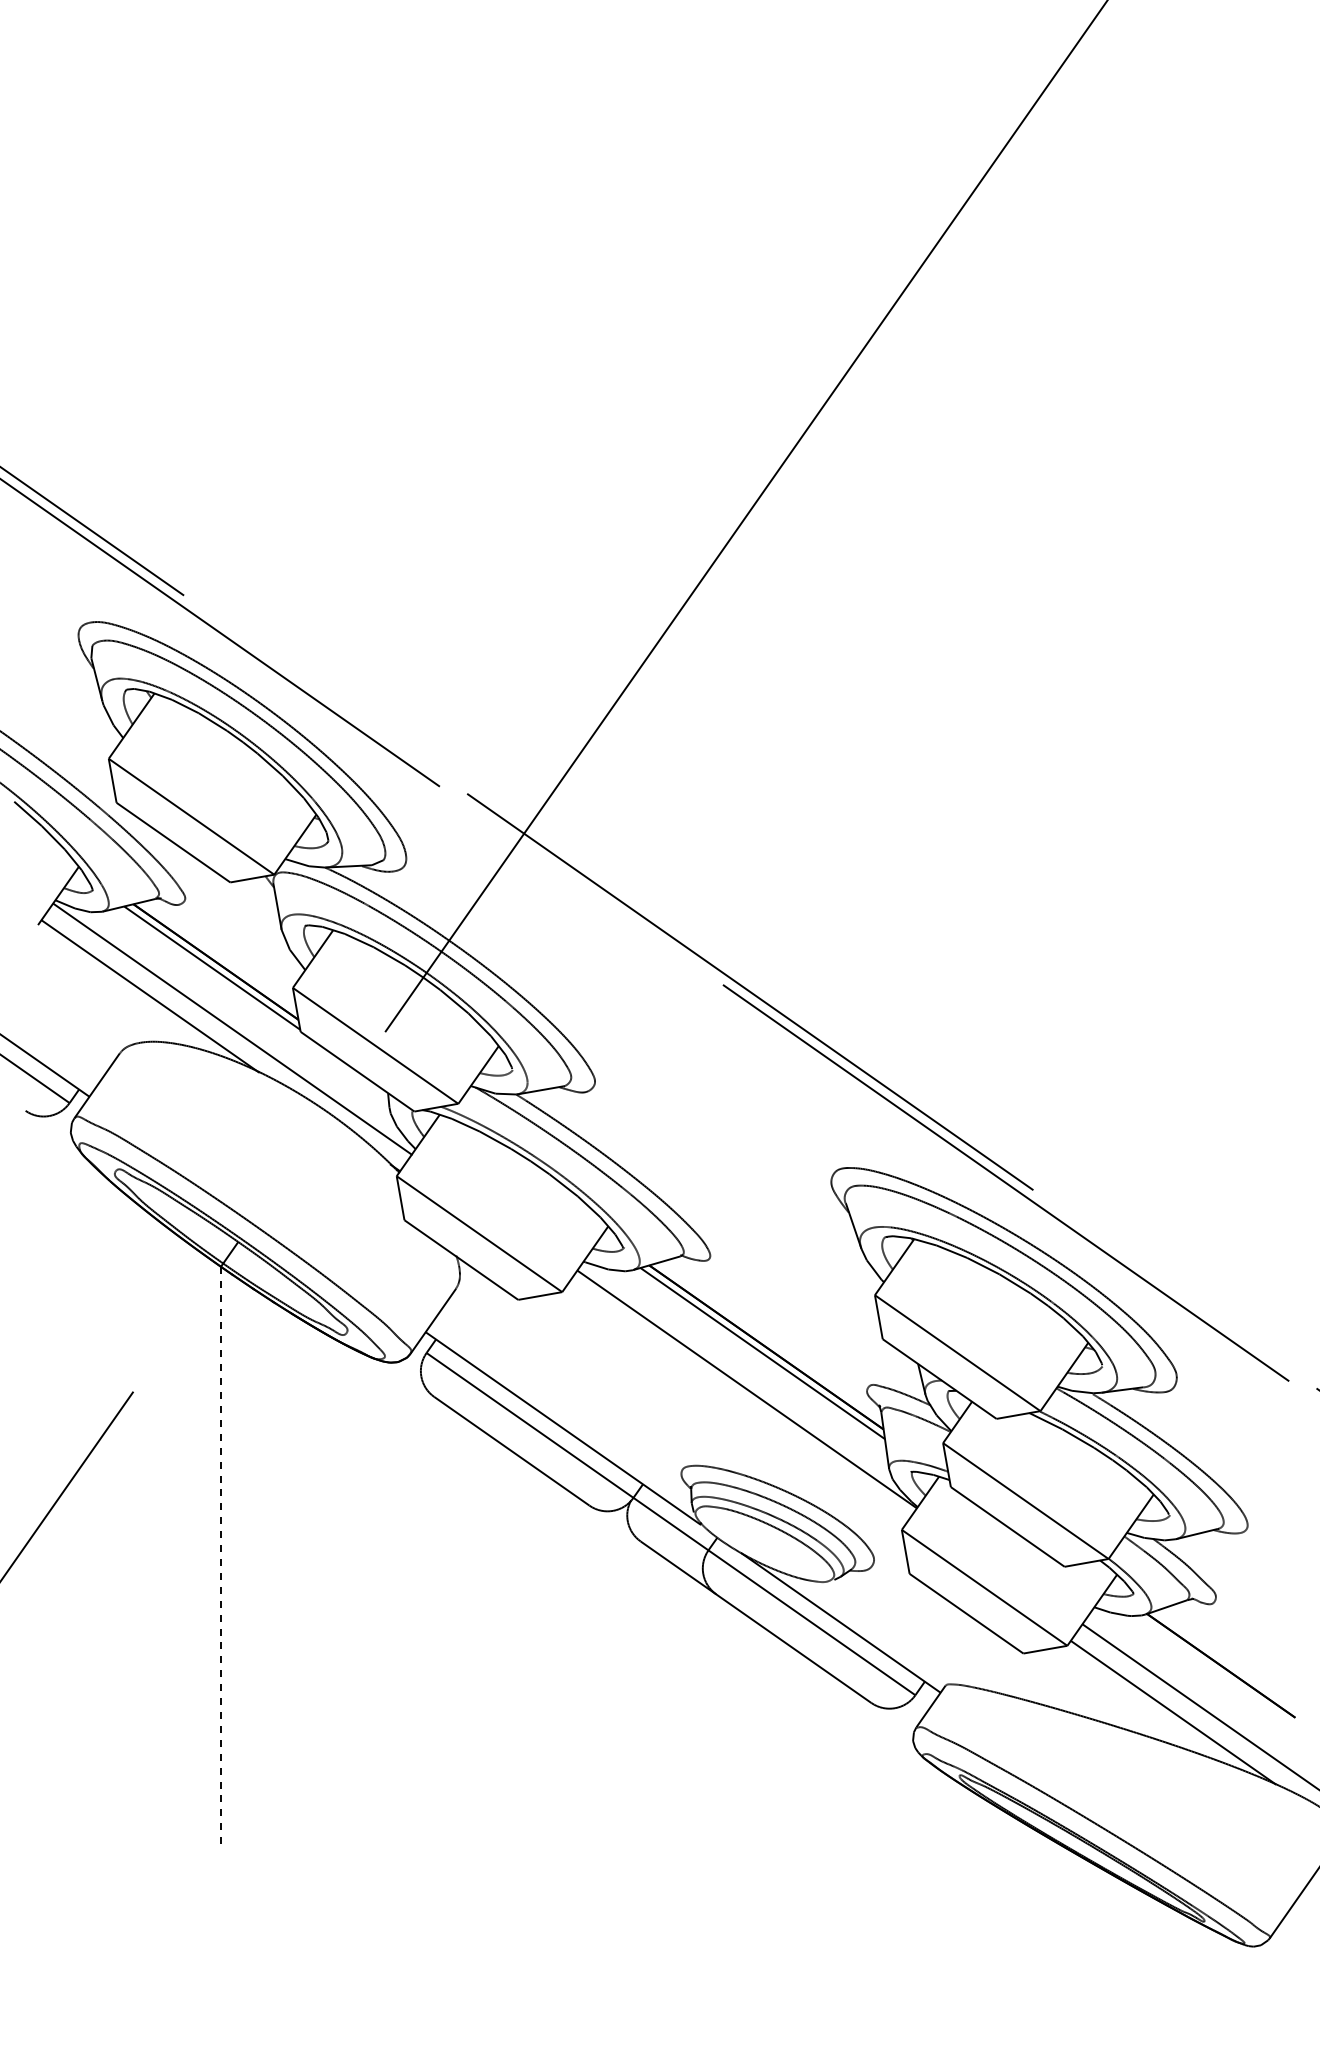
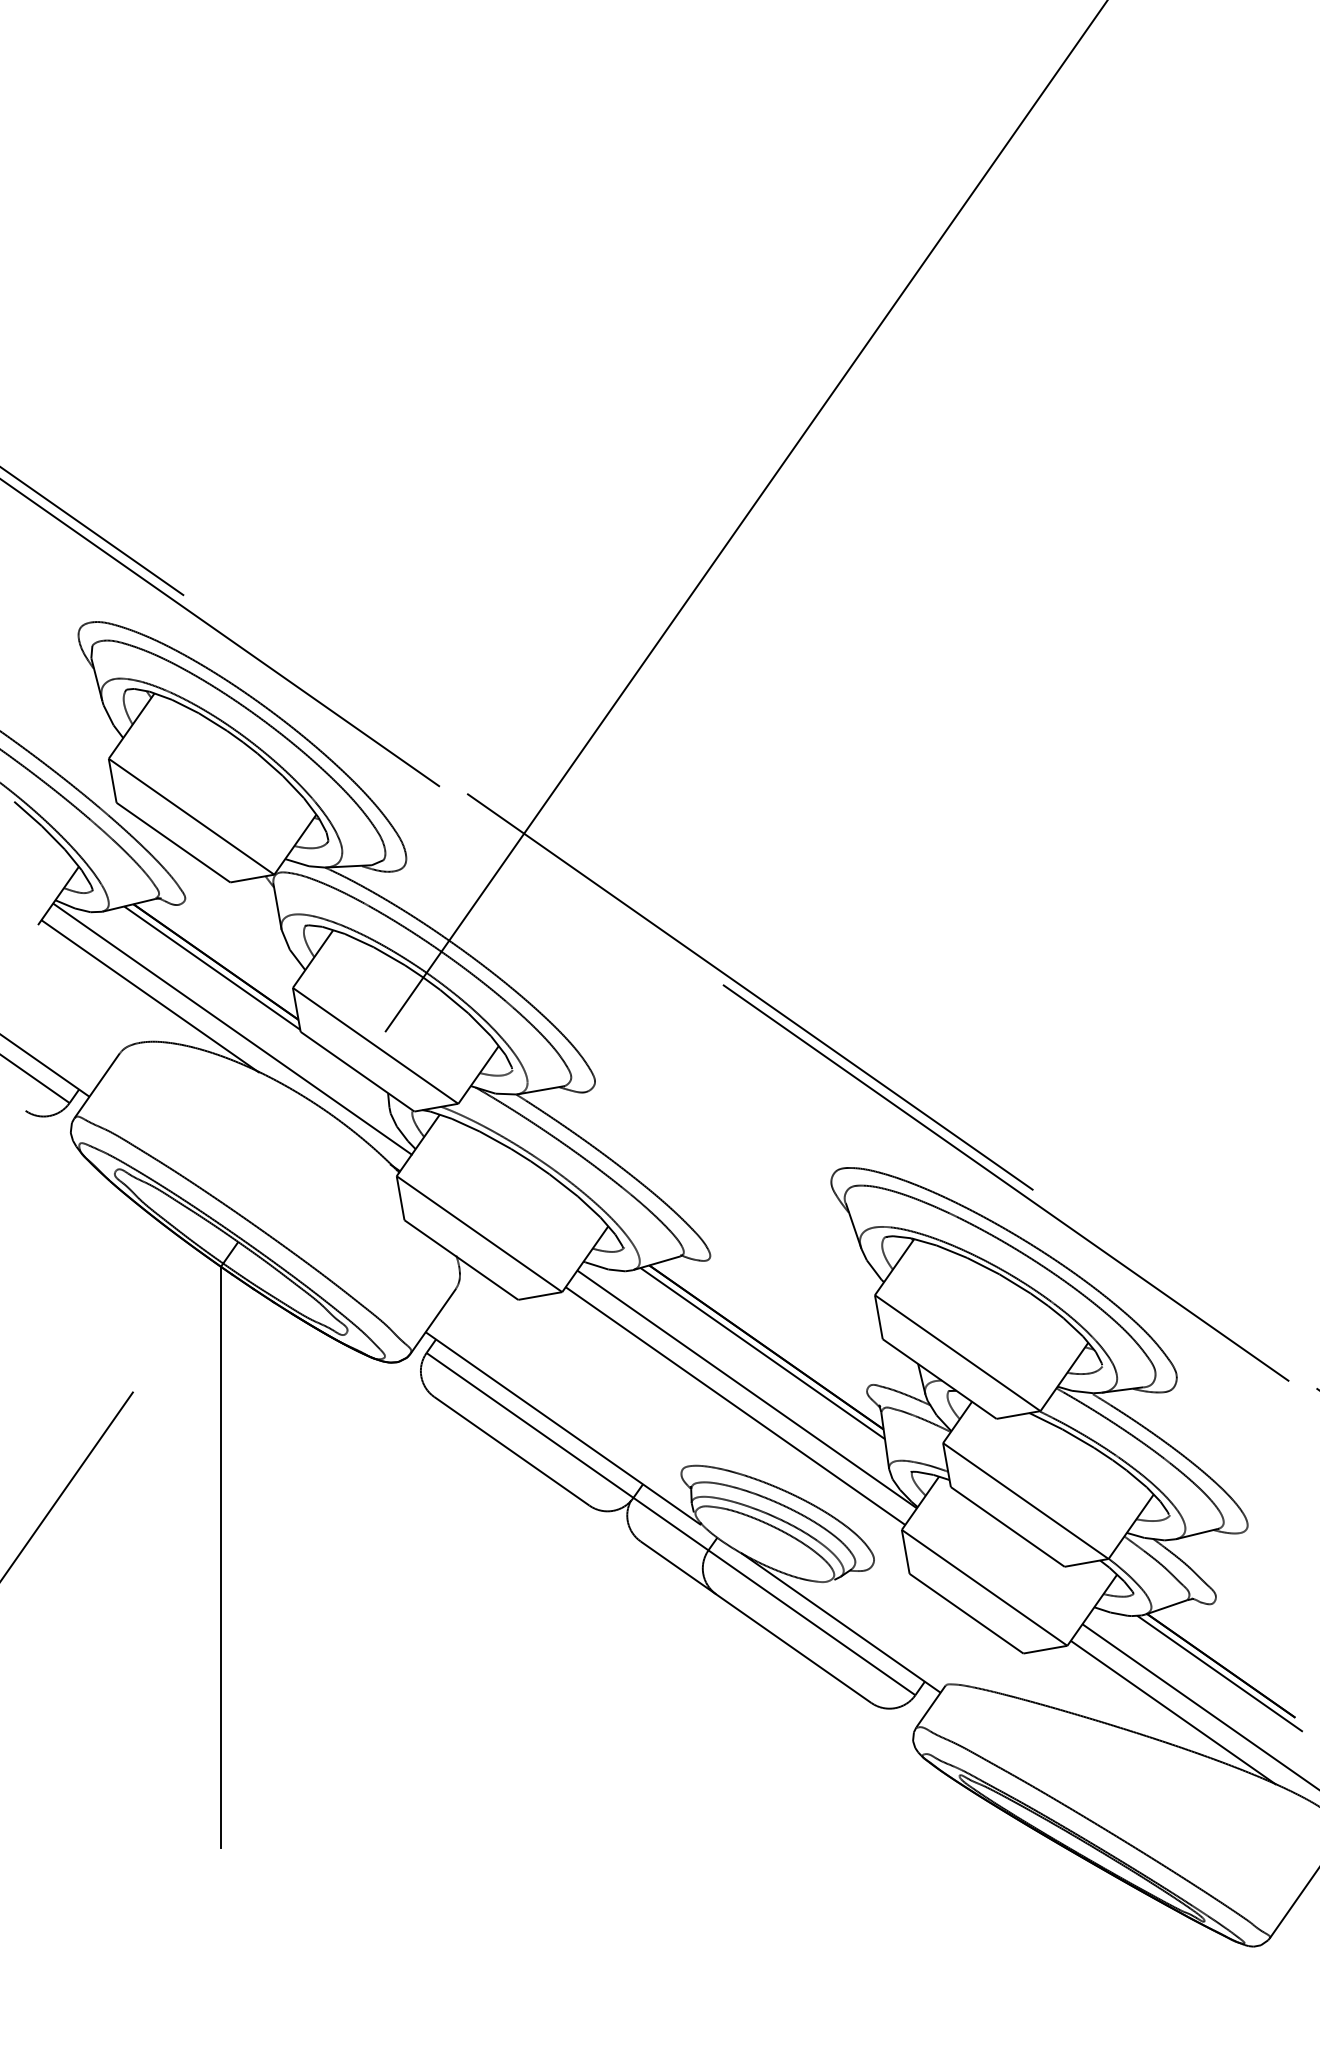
line at (735, 1405): none -> present
line at (220, 1557): dashed -> solid
line at (1219, 1673): none -> present
